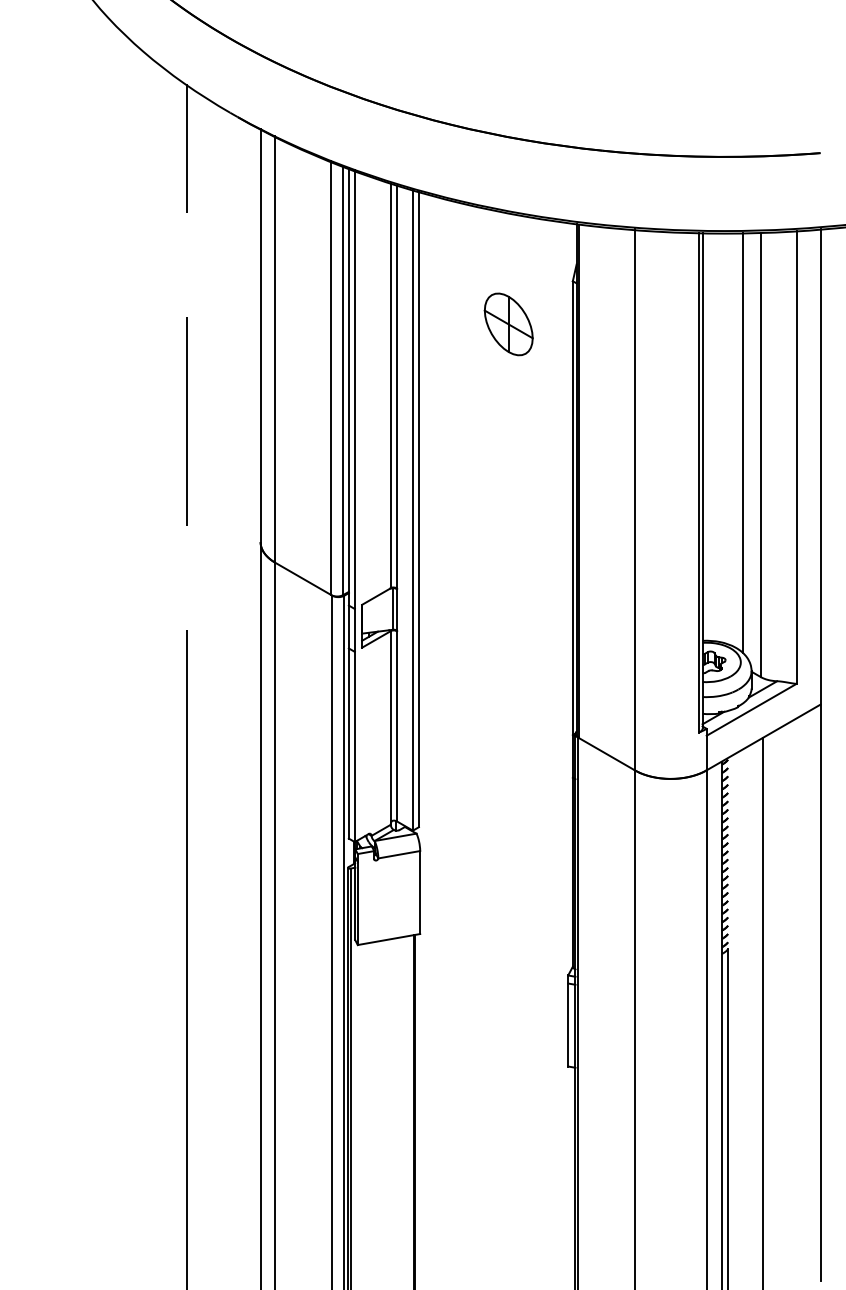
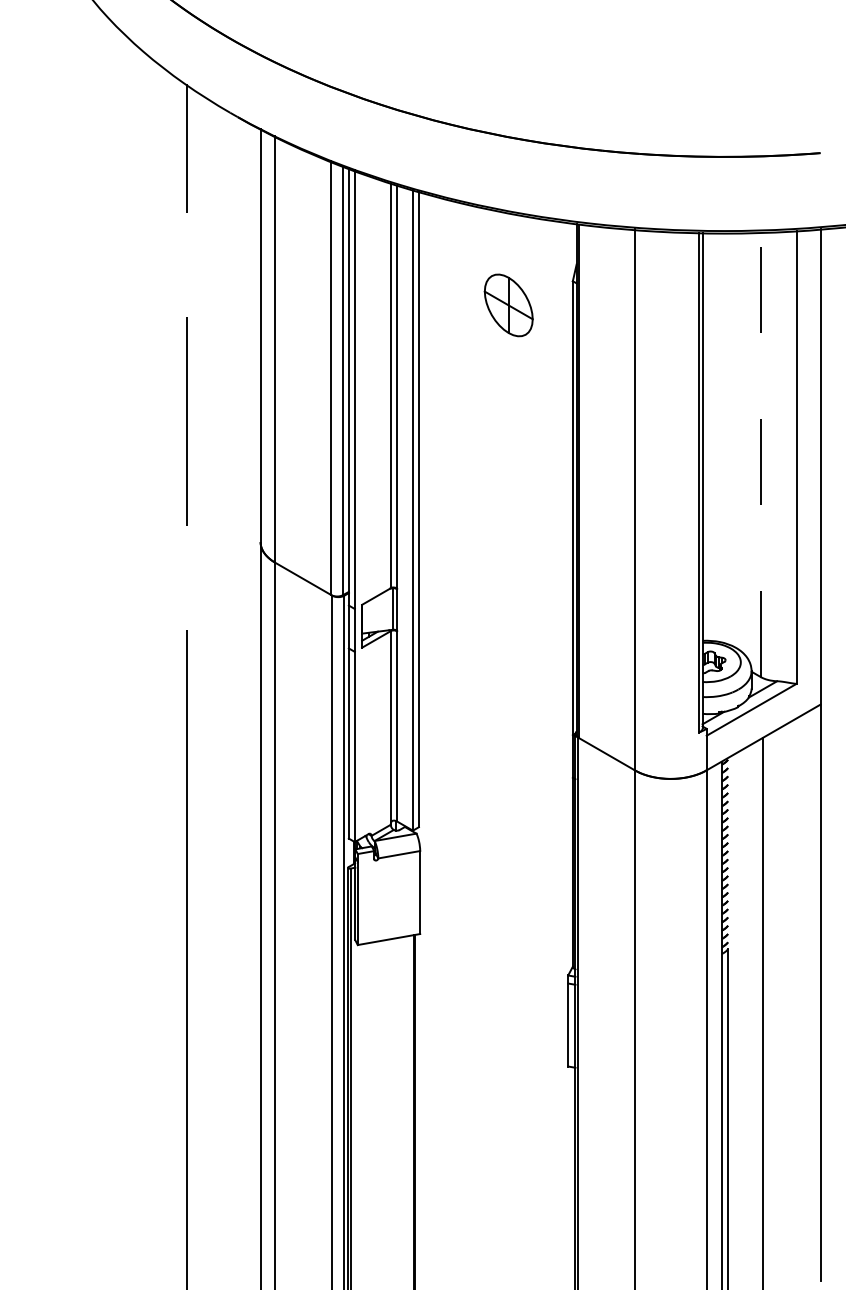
part at (508, 324) position: (508, 324) -> (508, 305)
line at (742, 442): present -> none
line at (760, 454): solid -> dashed
